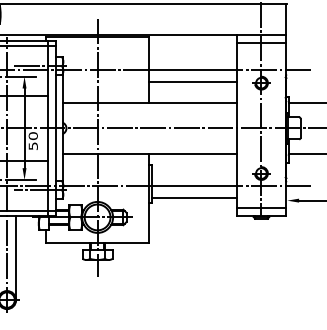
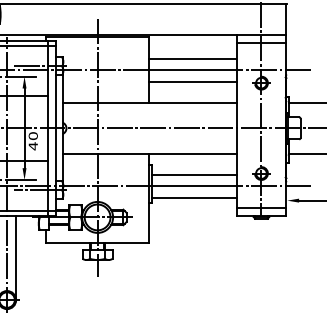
line at (192, 58): none -> present
text at (32, 146): 50 -> 40
line at (194, 174): none -> present
